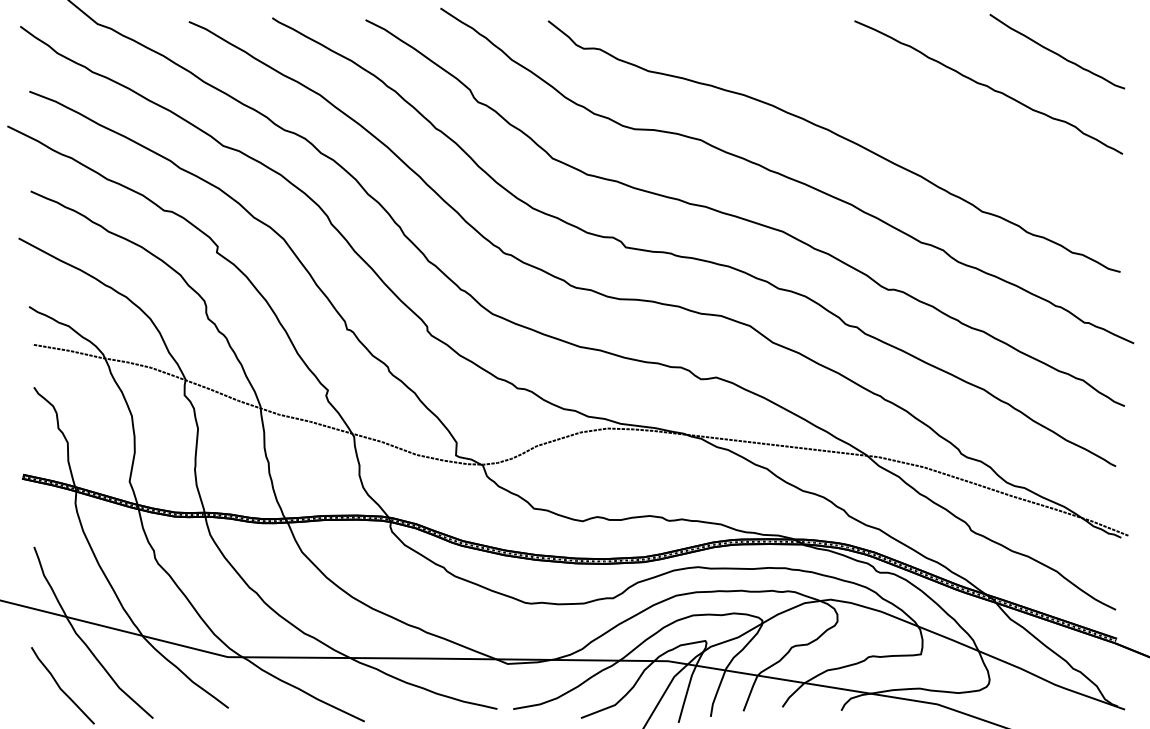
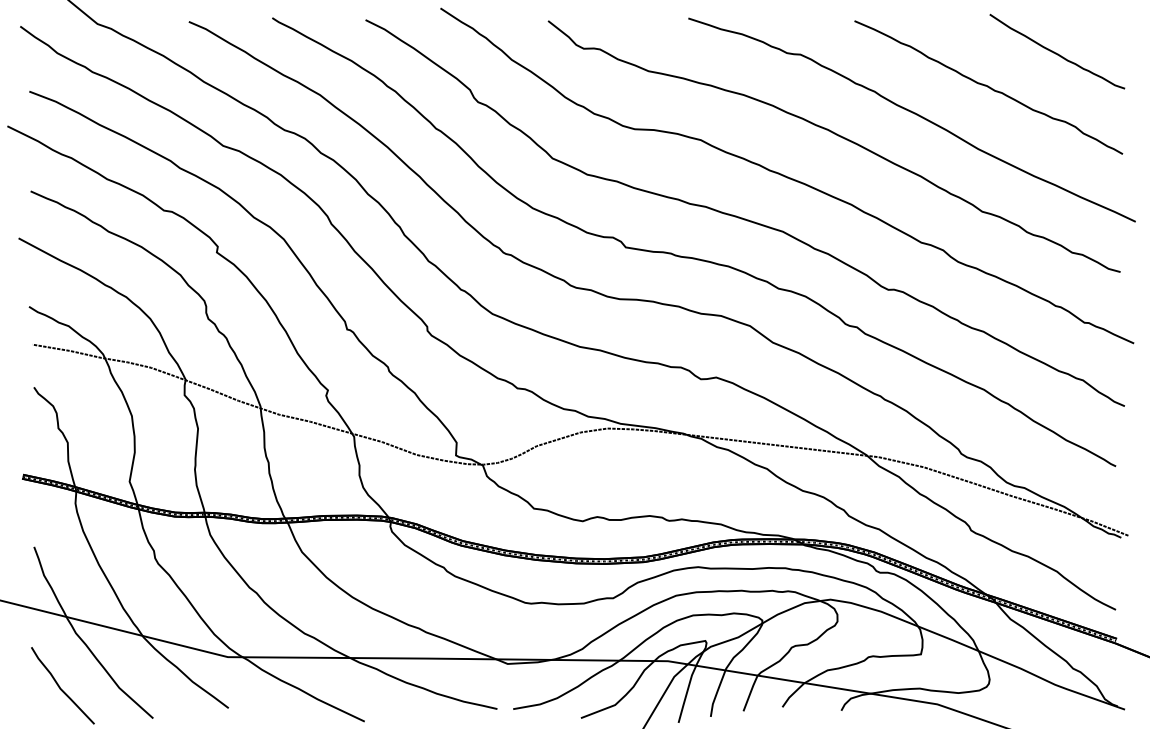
curve at (914, 114): none -> present
